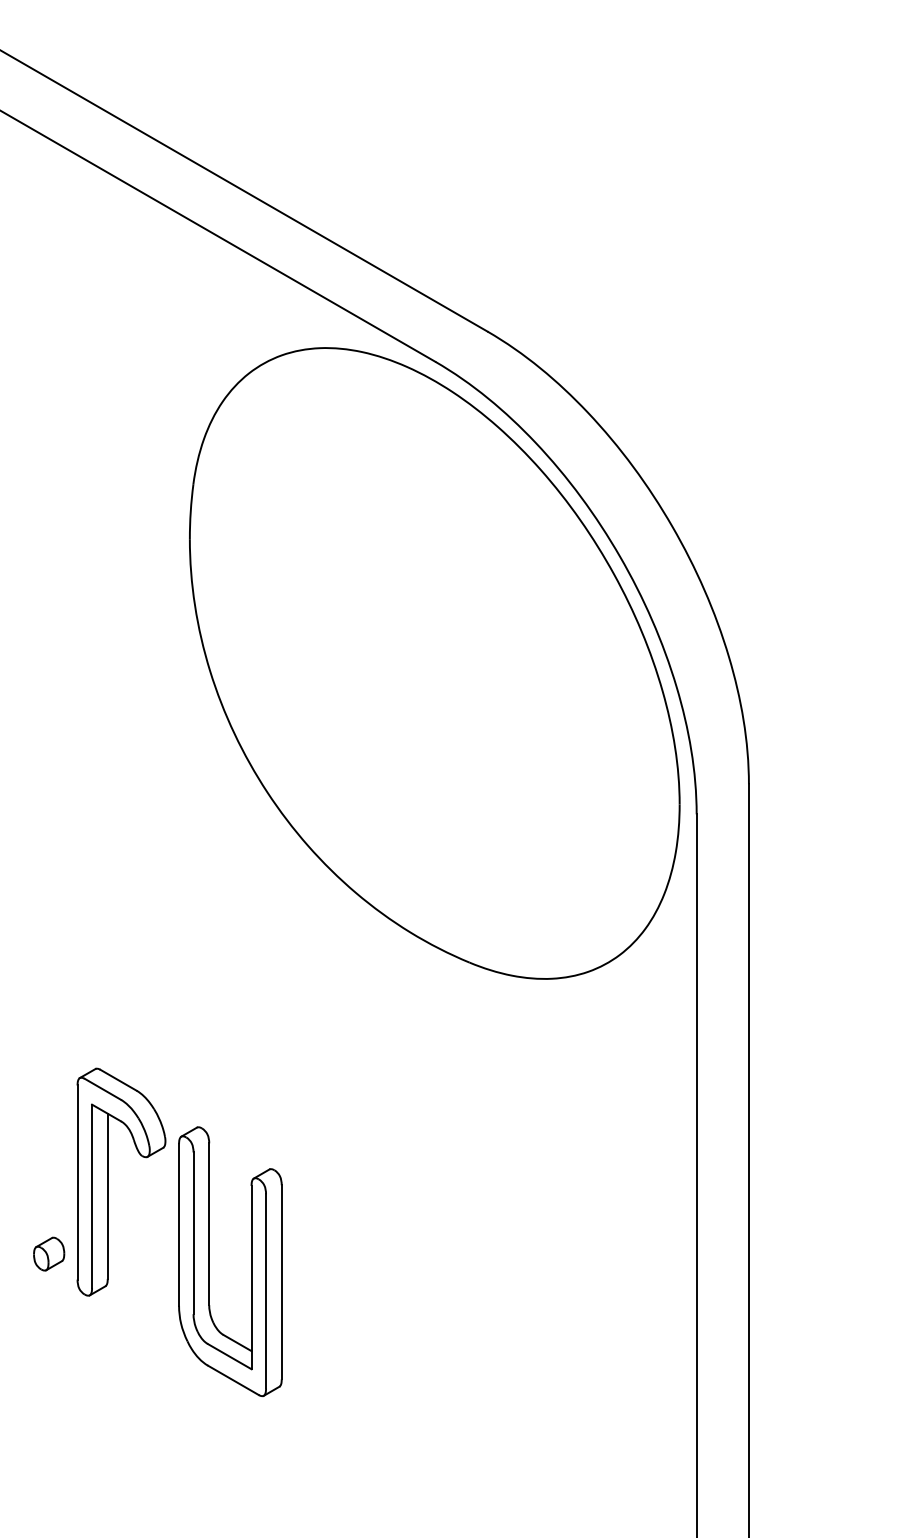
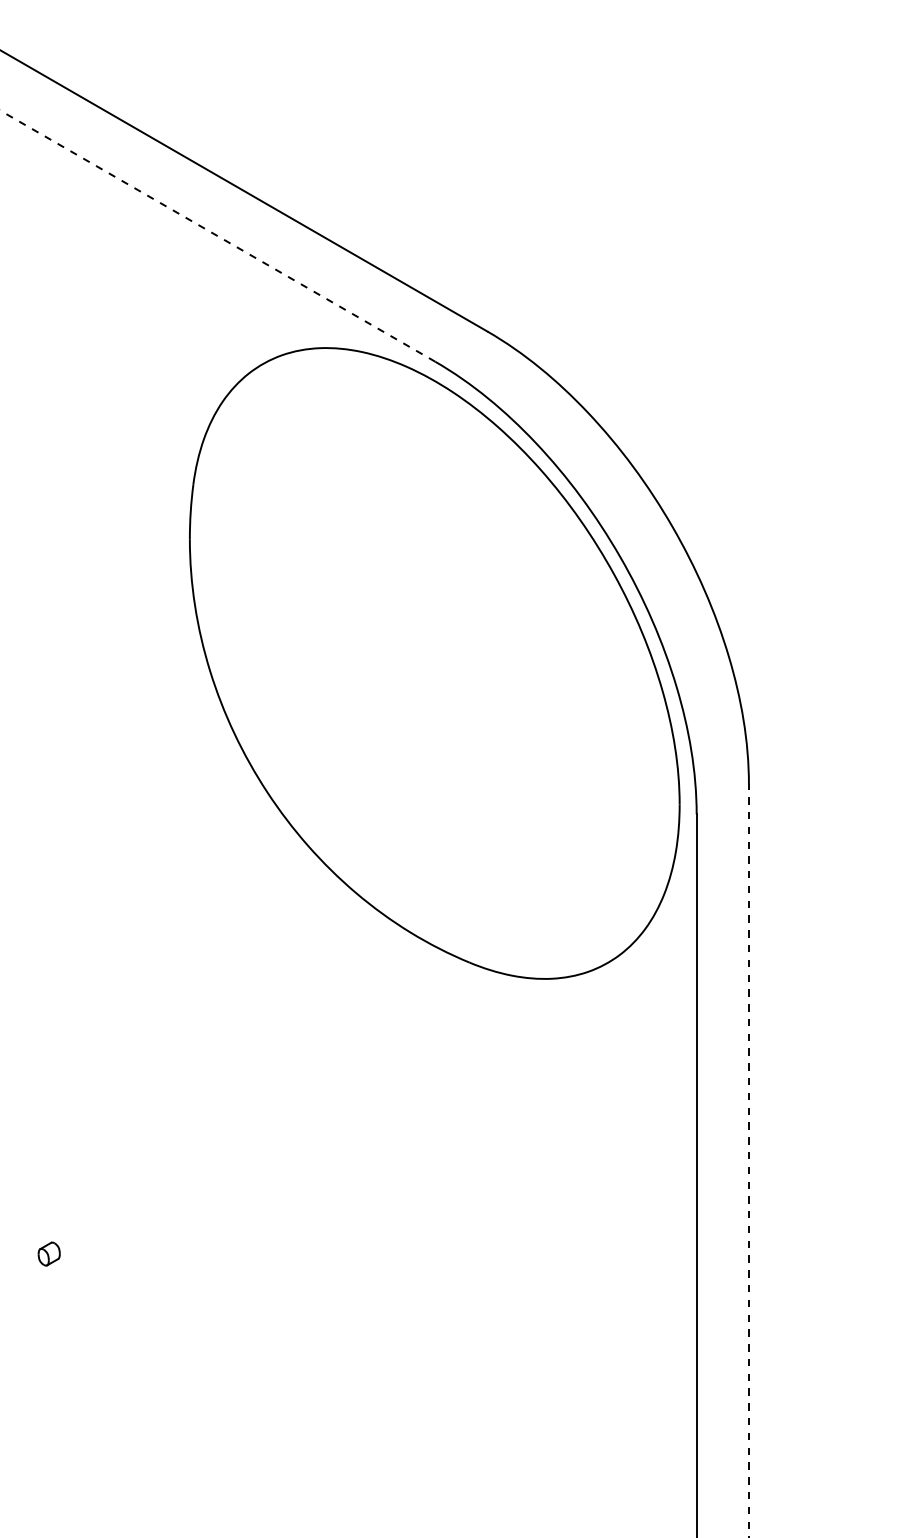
line at (217, 236): solid -> dashed
line at (748, 1159): solid -> dashed
part at (108, 1181): present -> none
part at (49, 1253) size: 33x36 px -> 24x26 px
part at (209, 1261): present -> none
